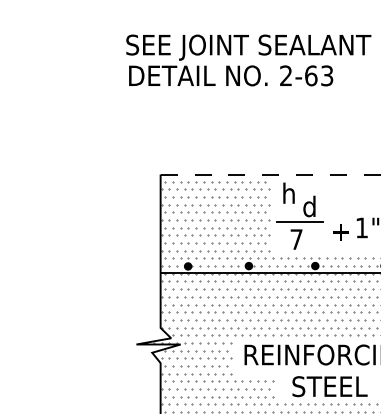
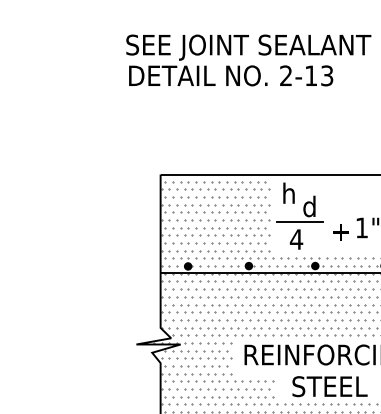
text at (311, 75): 2-63 -> 2-13
line at (270, 174): dashed -> solid
text at (296, 239): 7 -> 4
